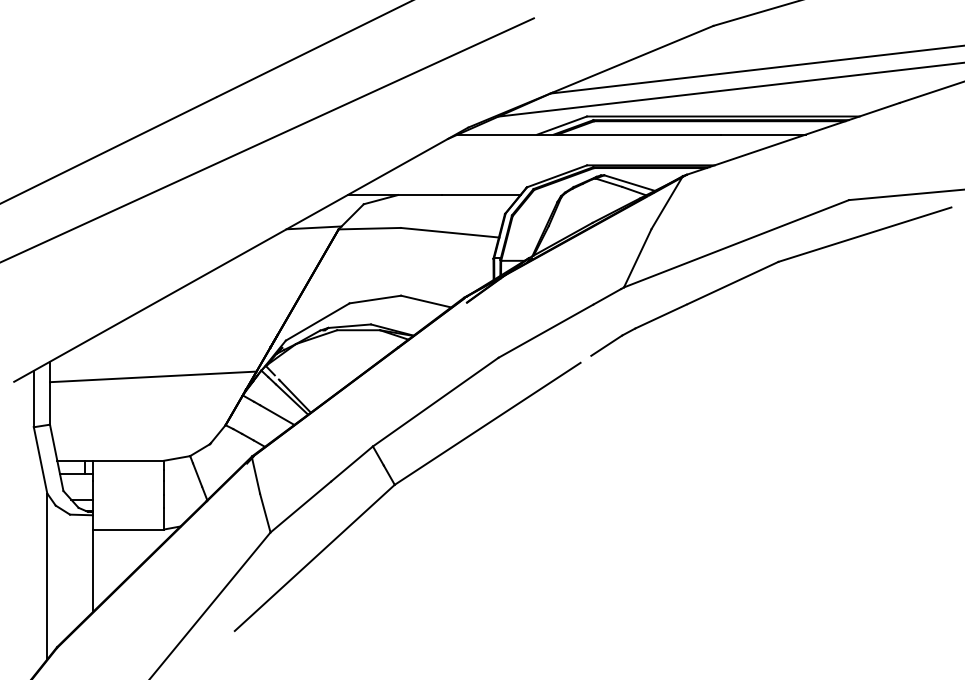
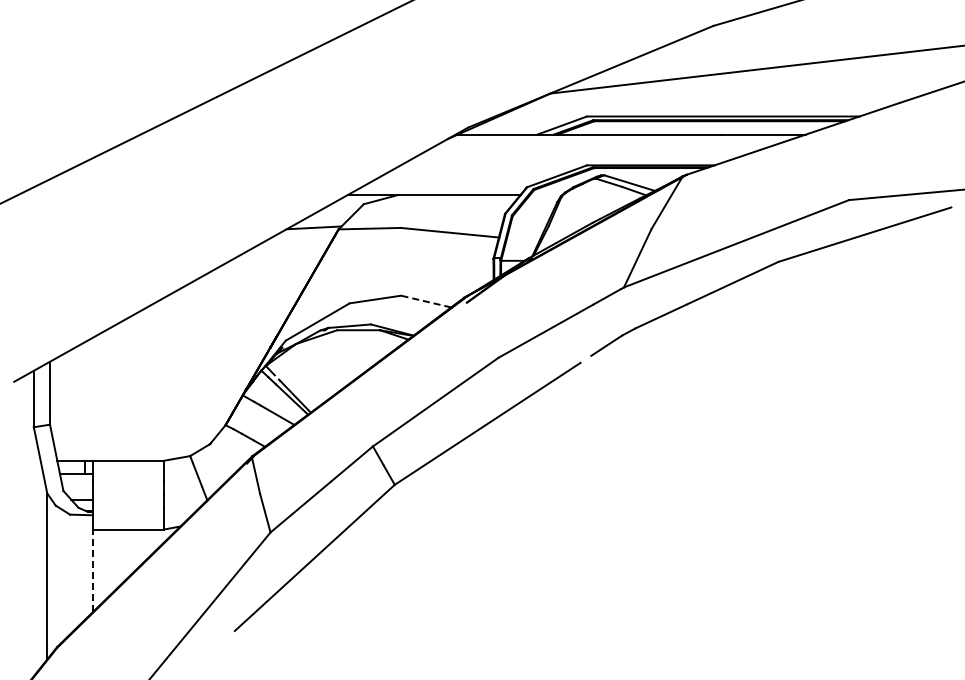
line at (729, 89): present -> none
line at (267, 139): present -> none
line at (426, 301): solid -> dashed
line at (153, 376): present -> none
line at (92, 570): solid -> dashed
